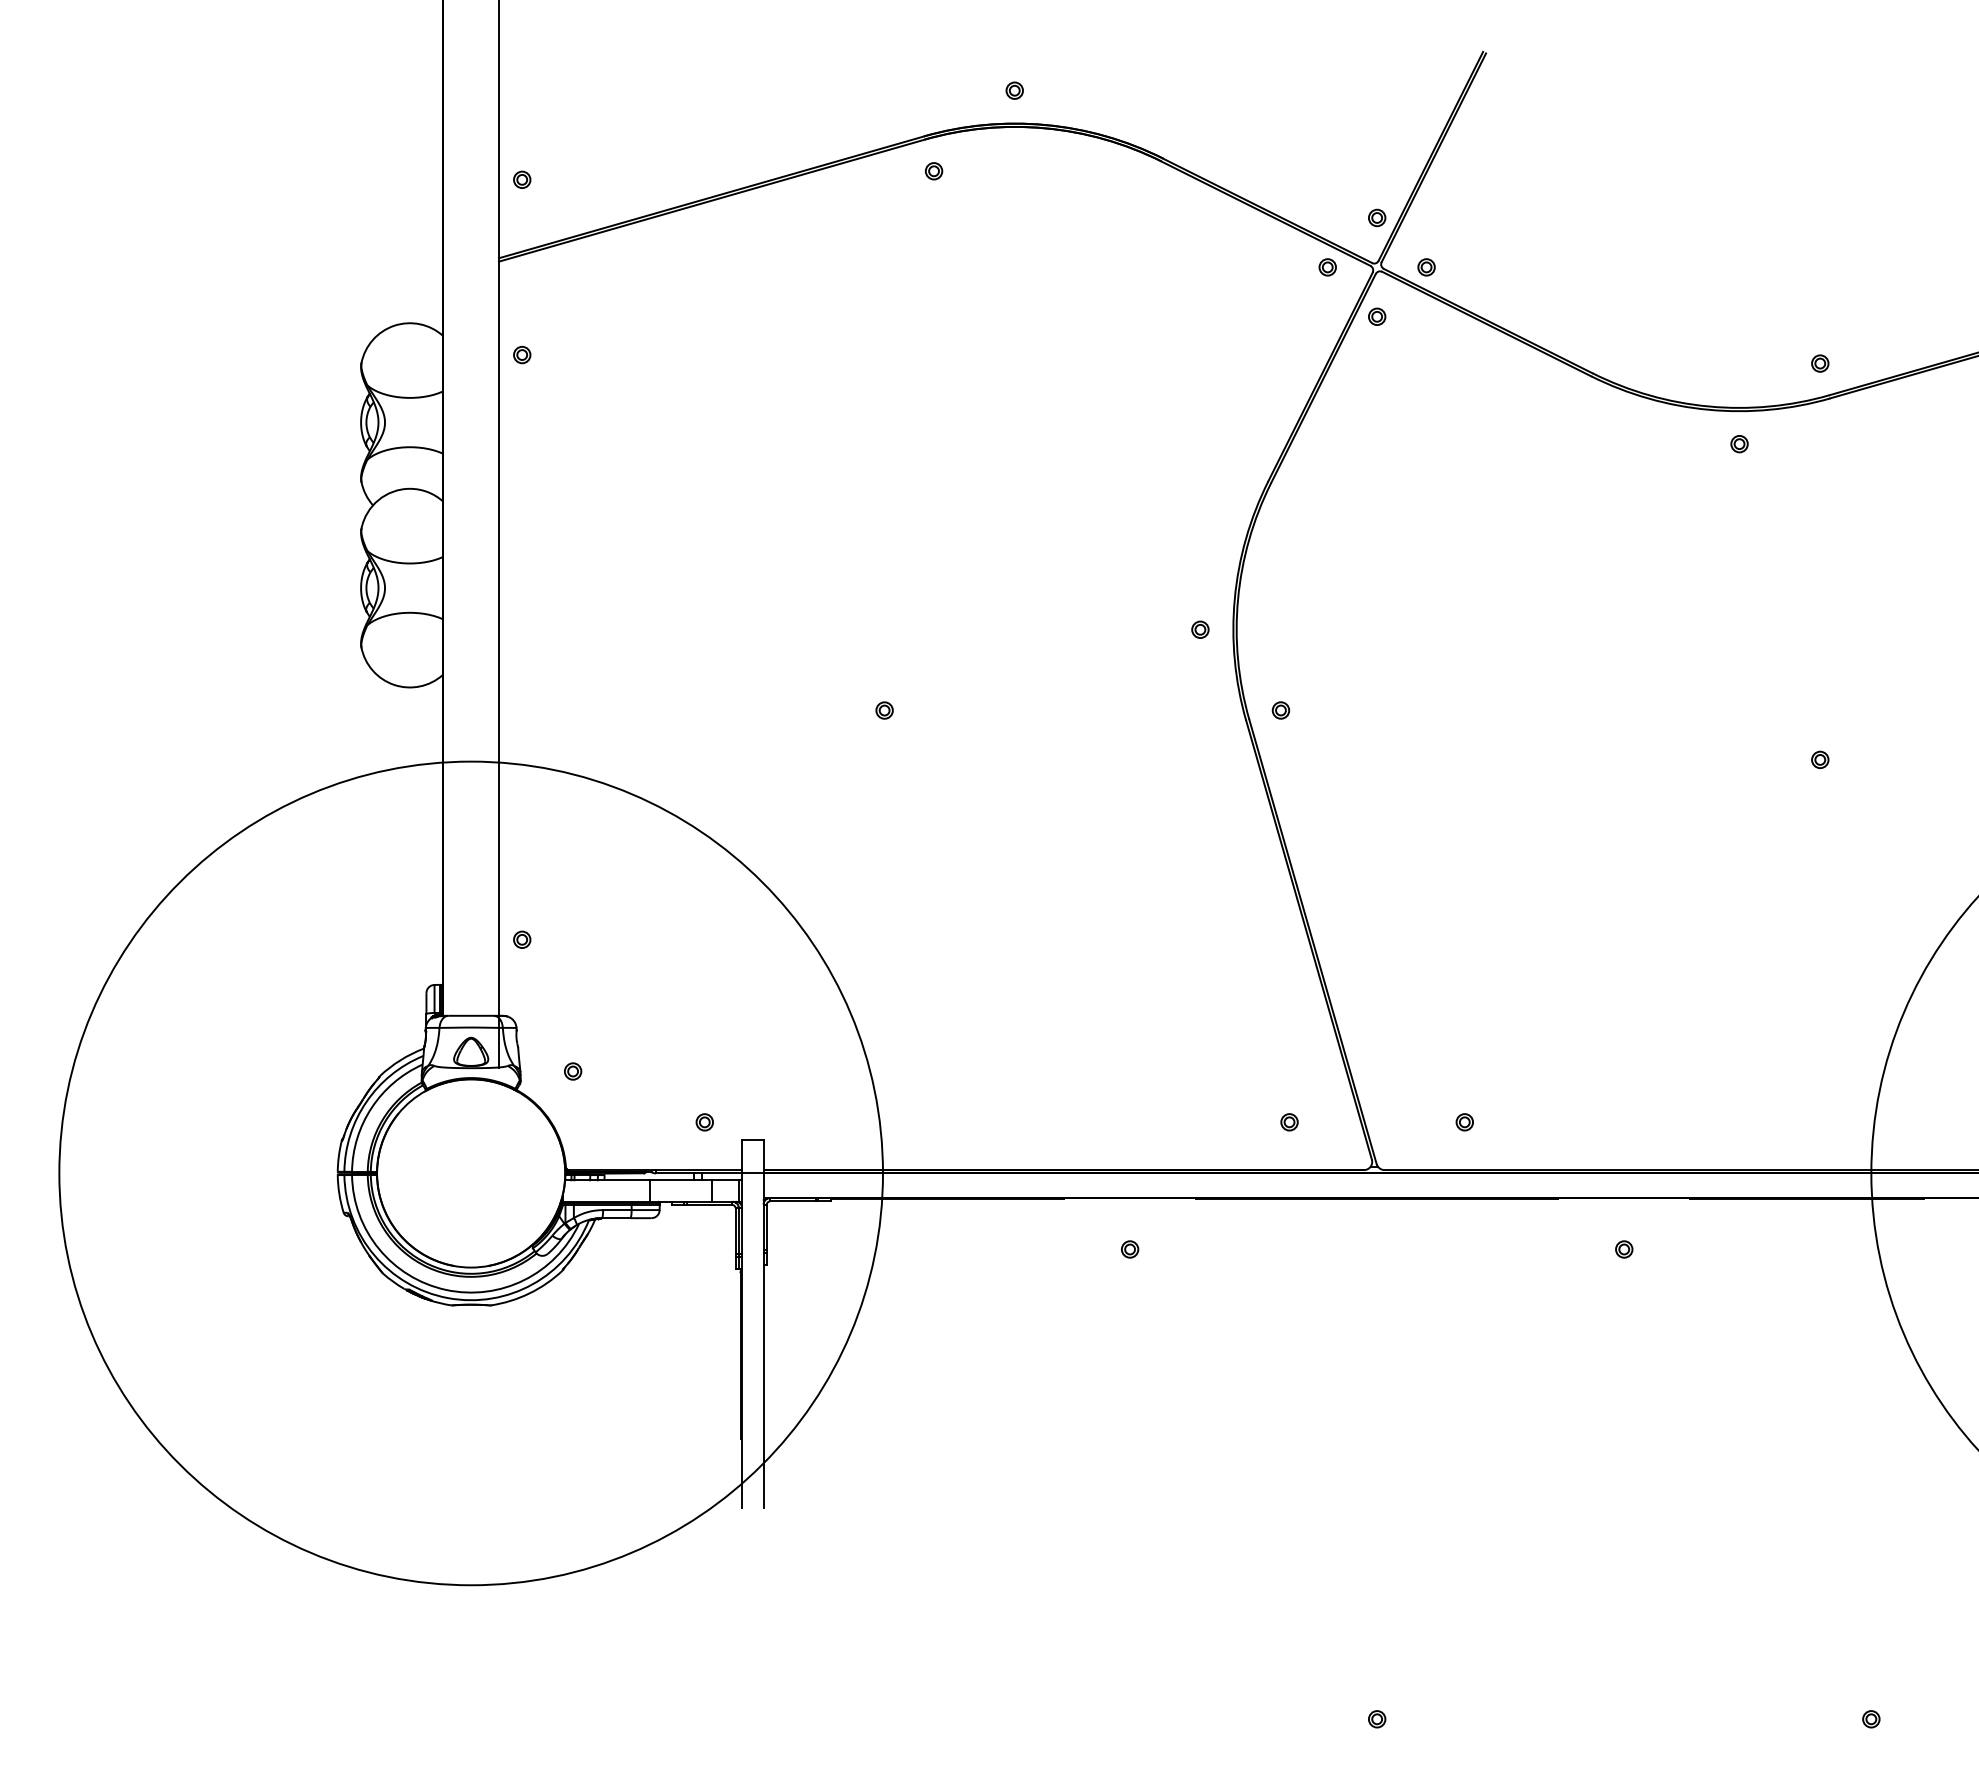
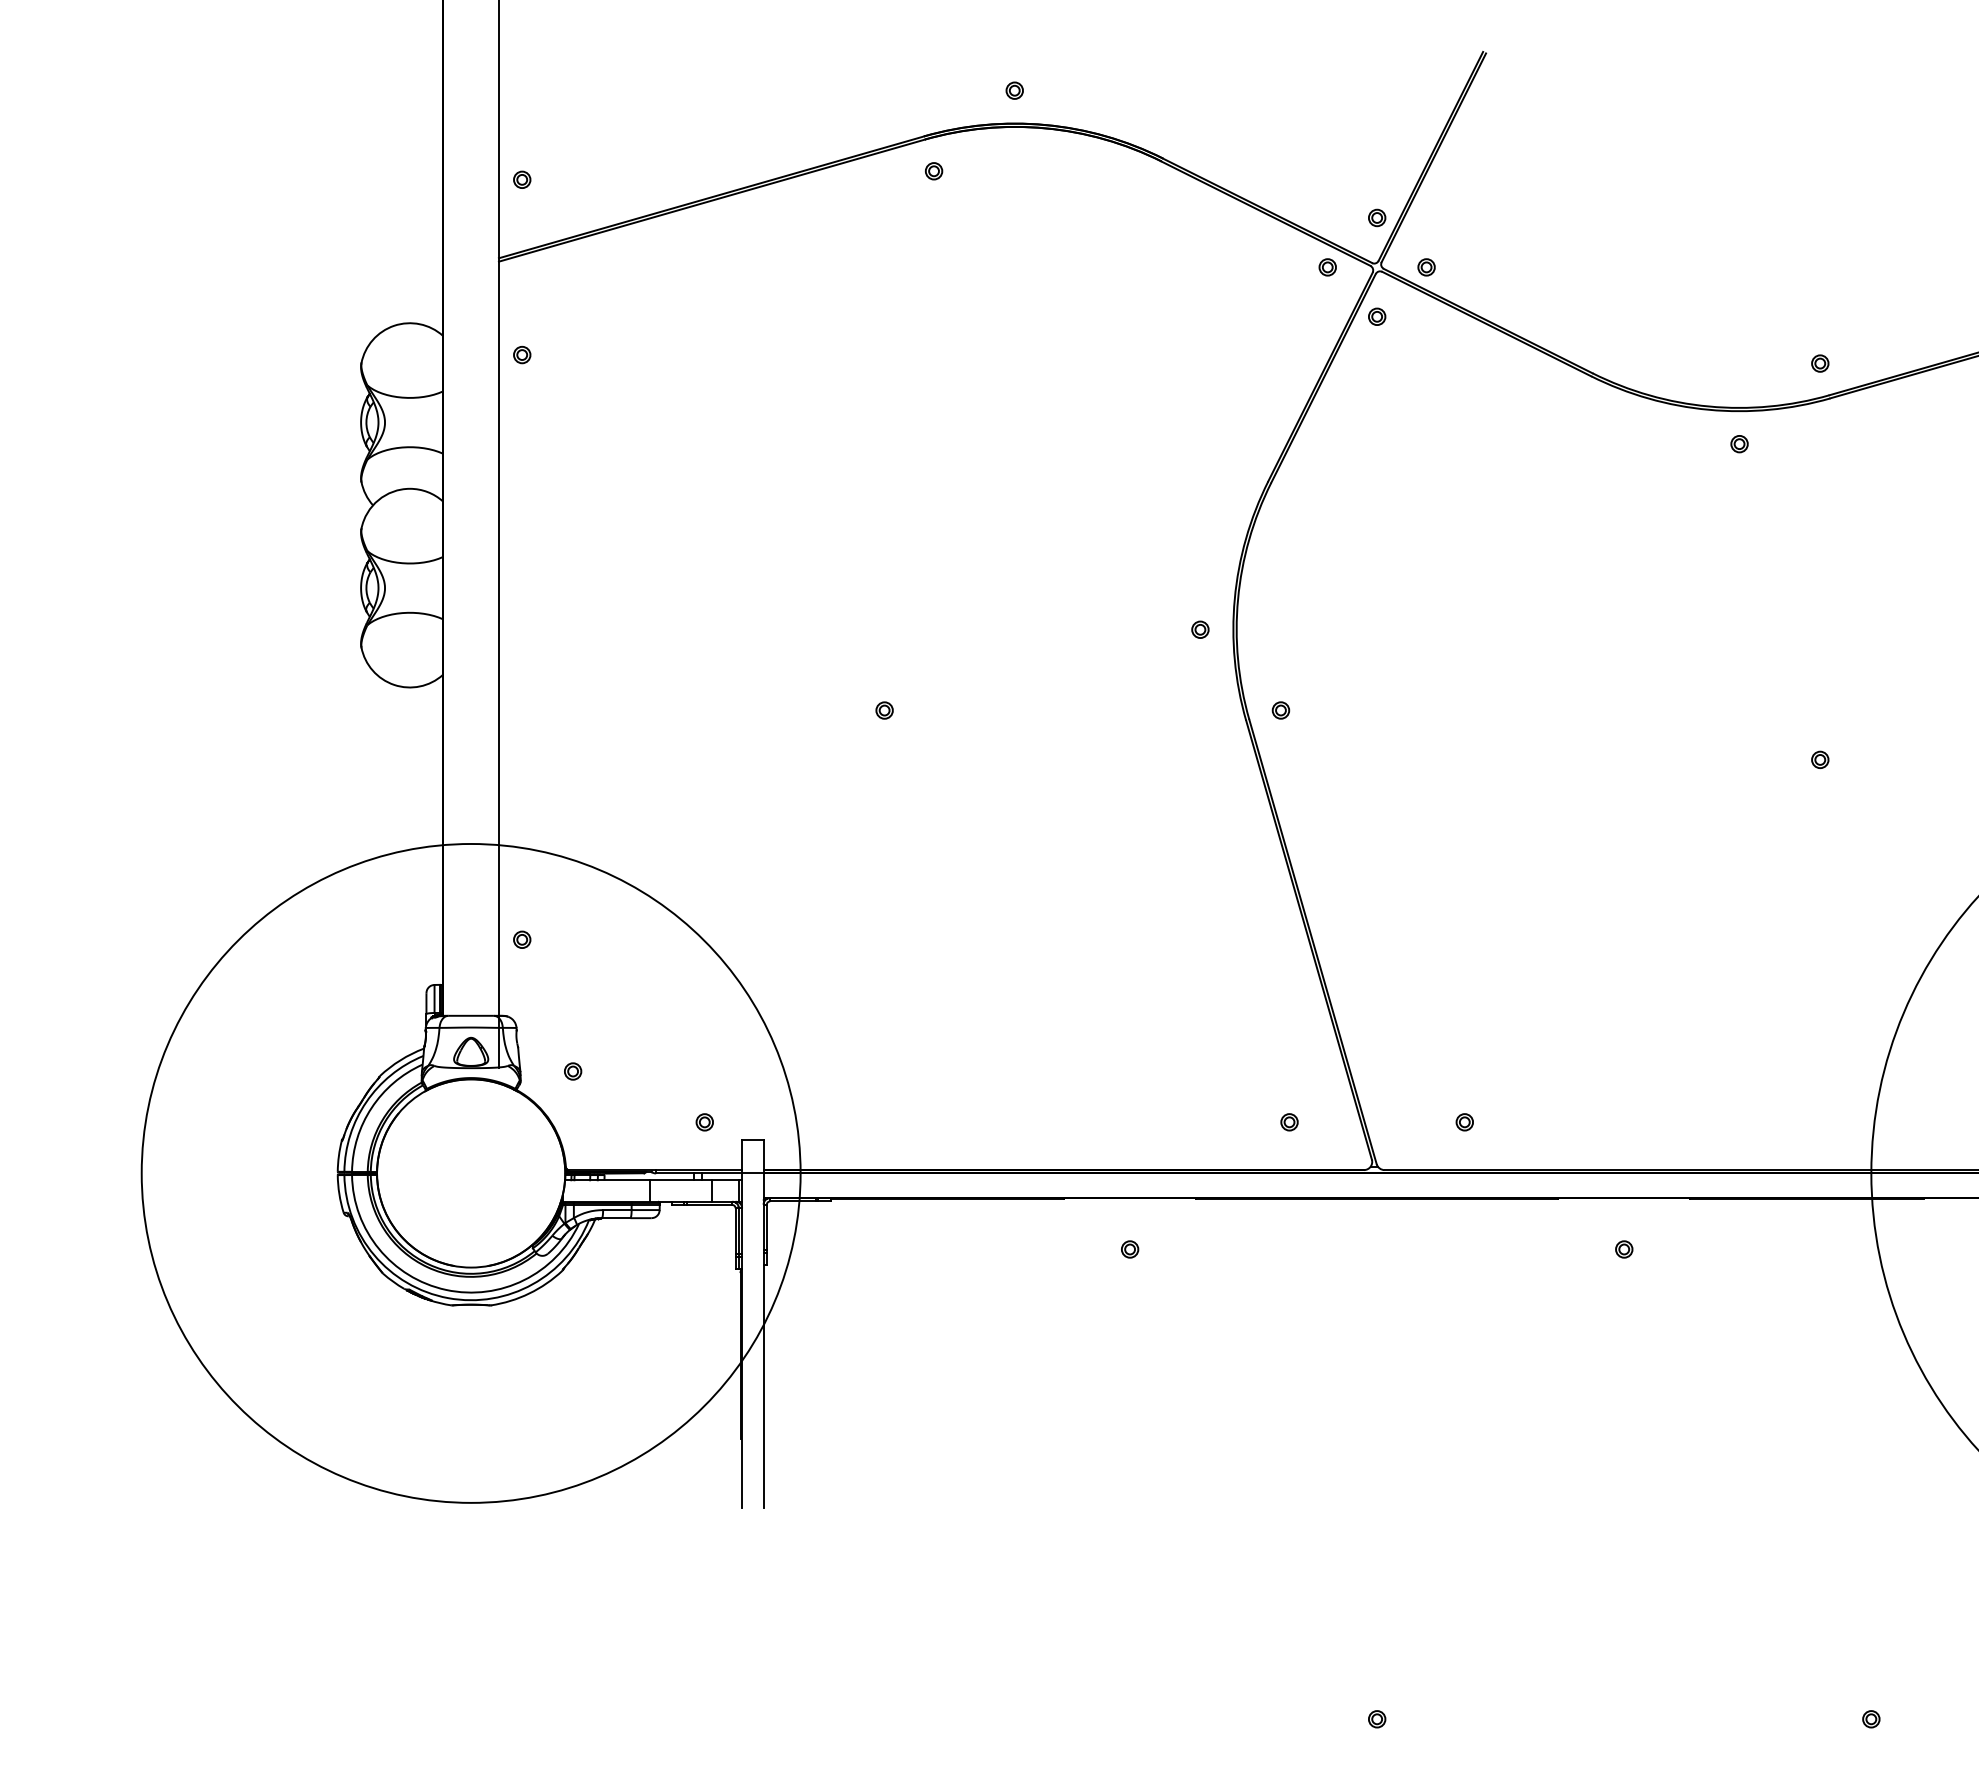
circle at (470, 1173) diameter: 824 px -> 659 px
